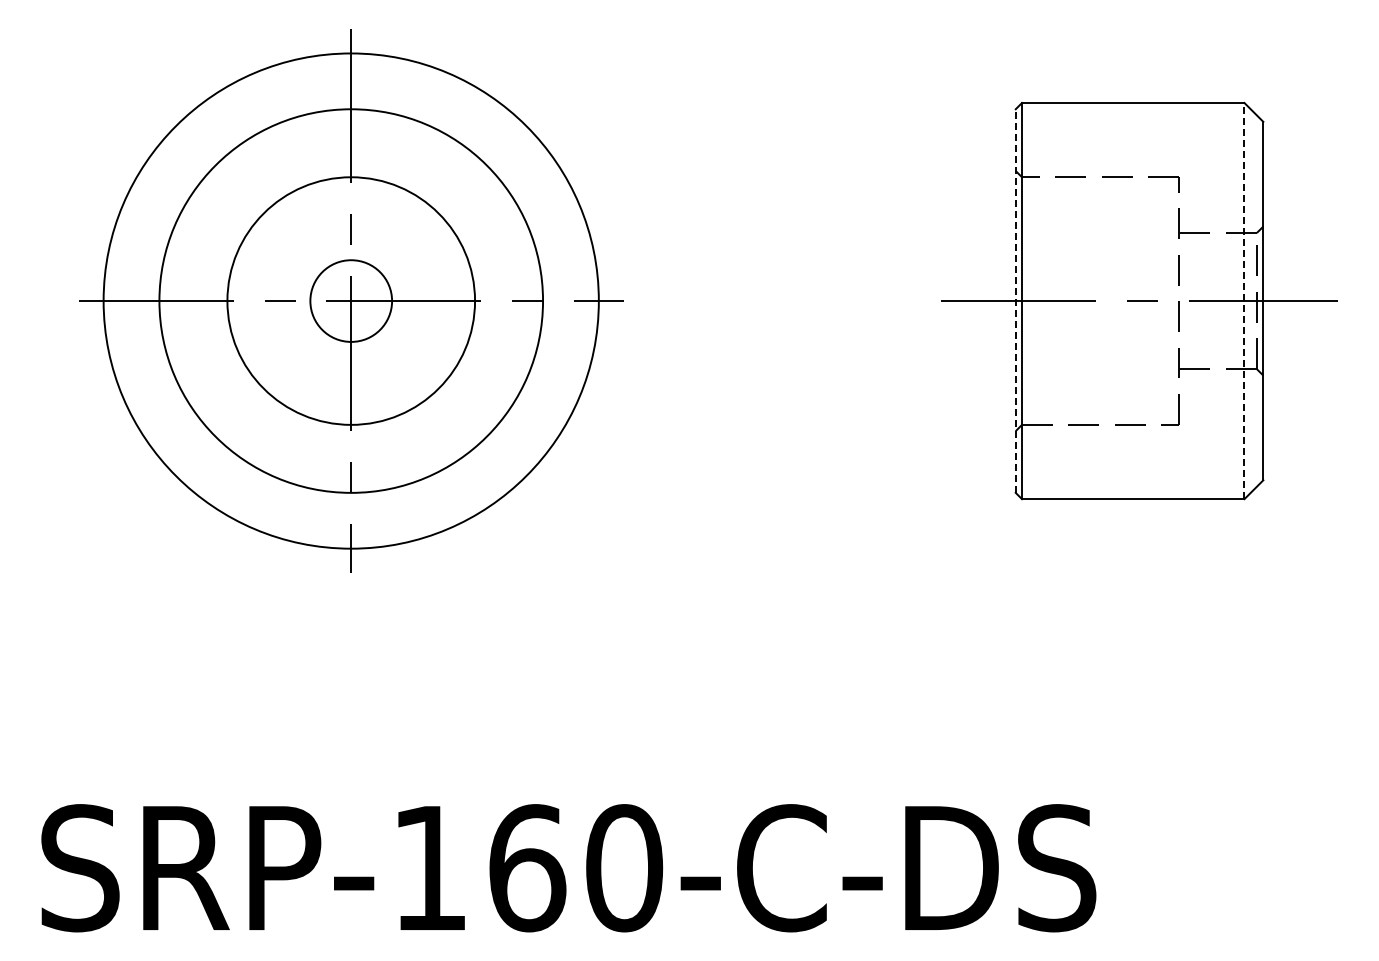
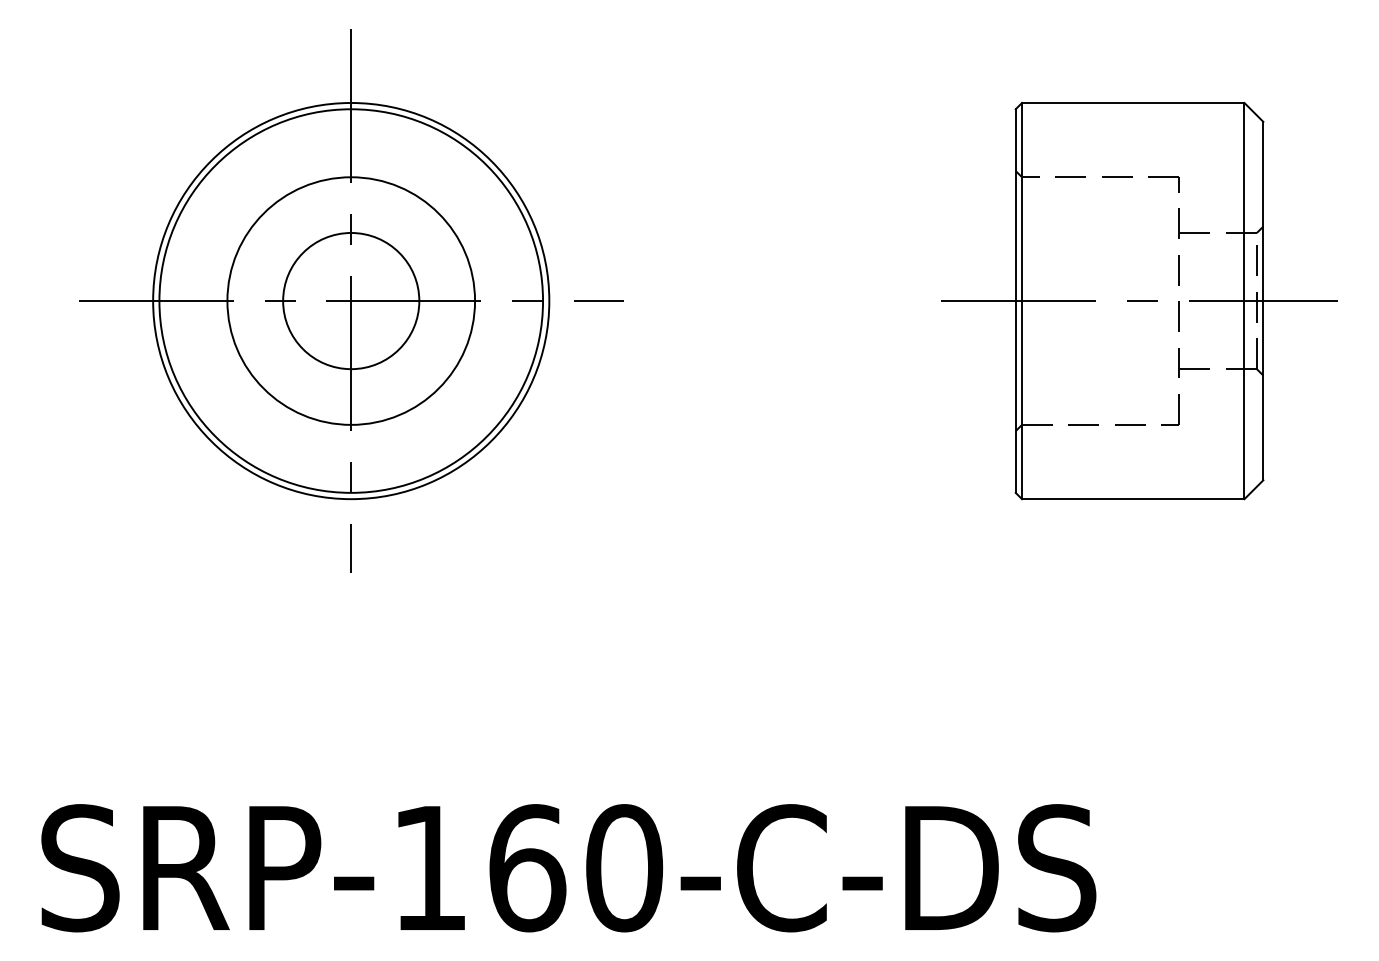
circle at (350, 300) diameter: 495 px -> 396 px
circle at (351, 300) diameter: 82 px -> 136 px
line at (1244, 300): dashed -> solid
line at (1015, 301): dashed -> solid
